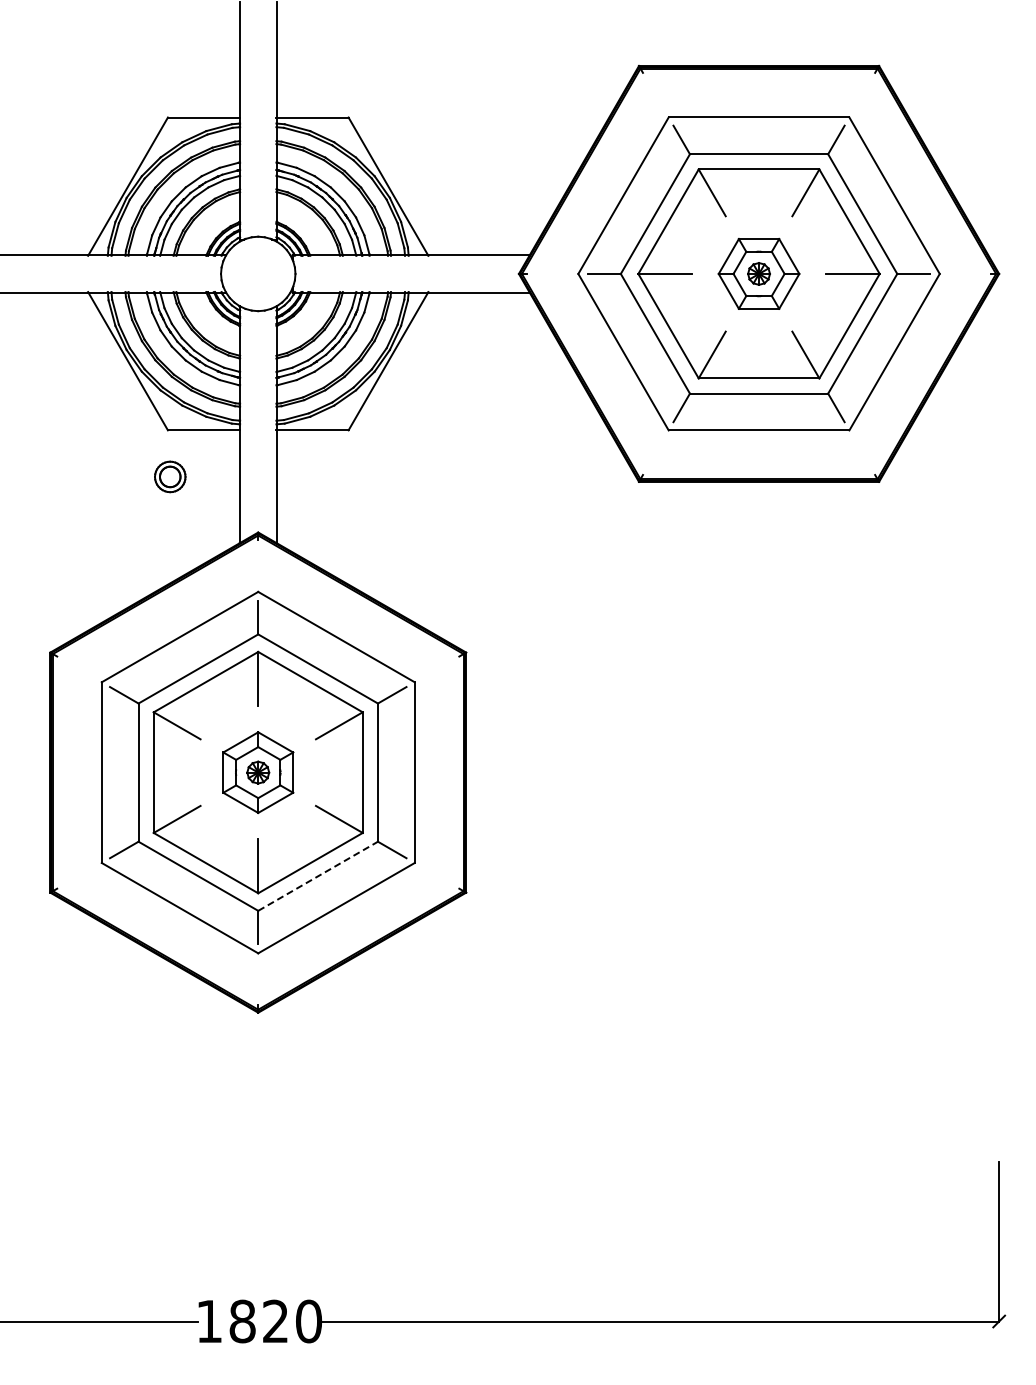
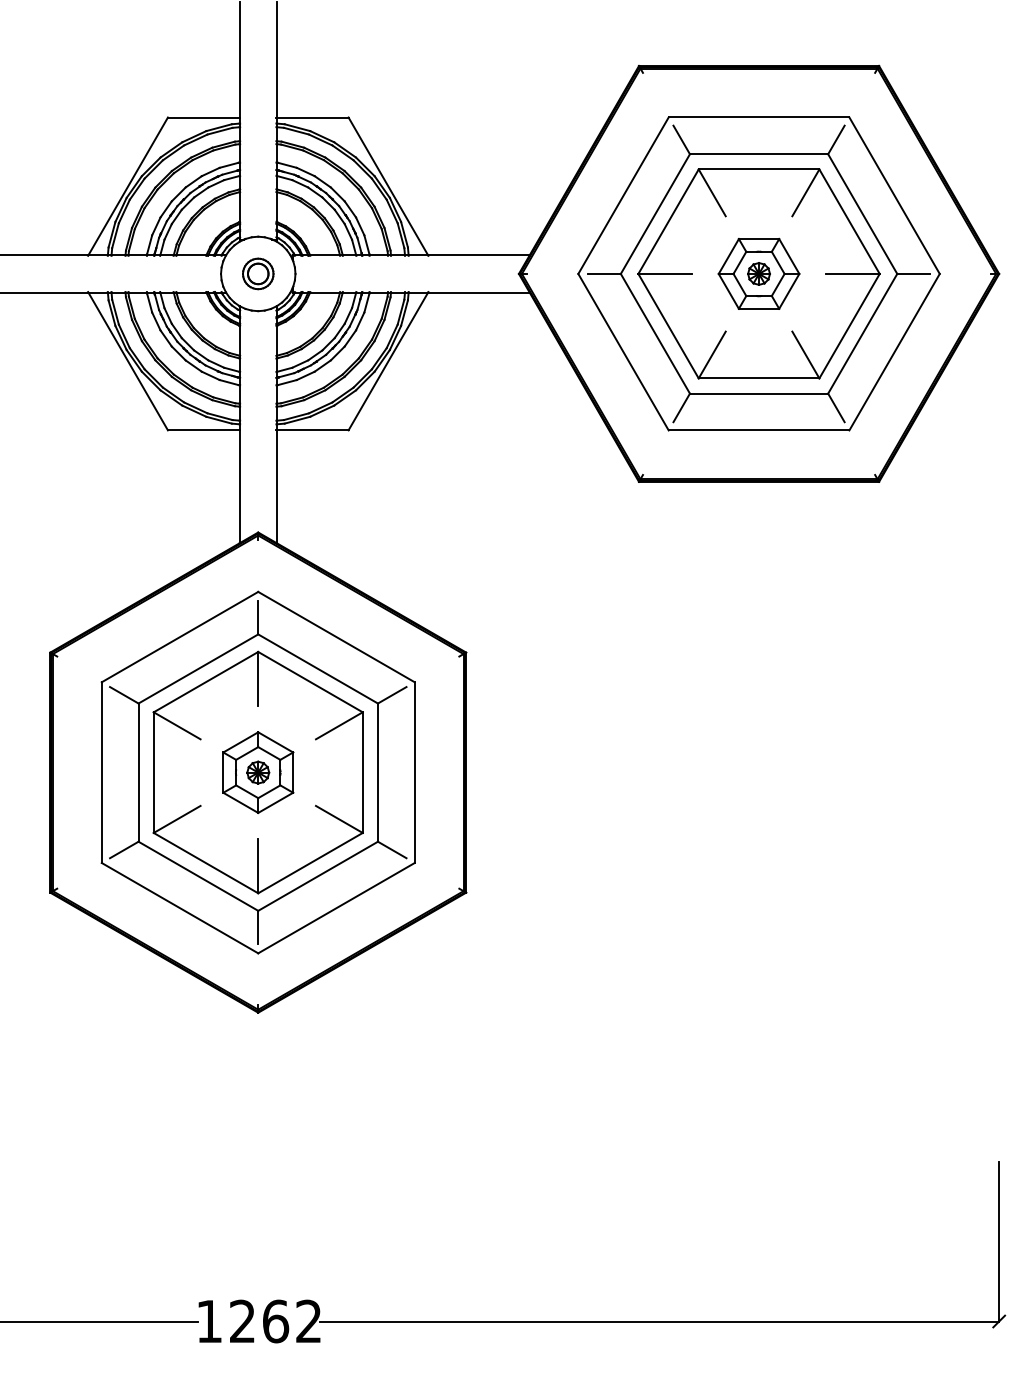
part at (170, 476) position: (170, 476) -> (258, 273)
line at (318, 876): dashed -> solid
text at (275, 1321): 1820 -> 1262
